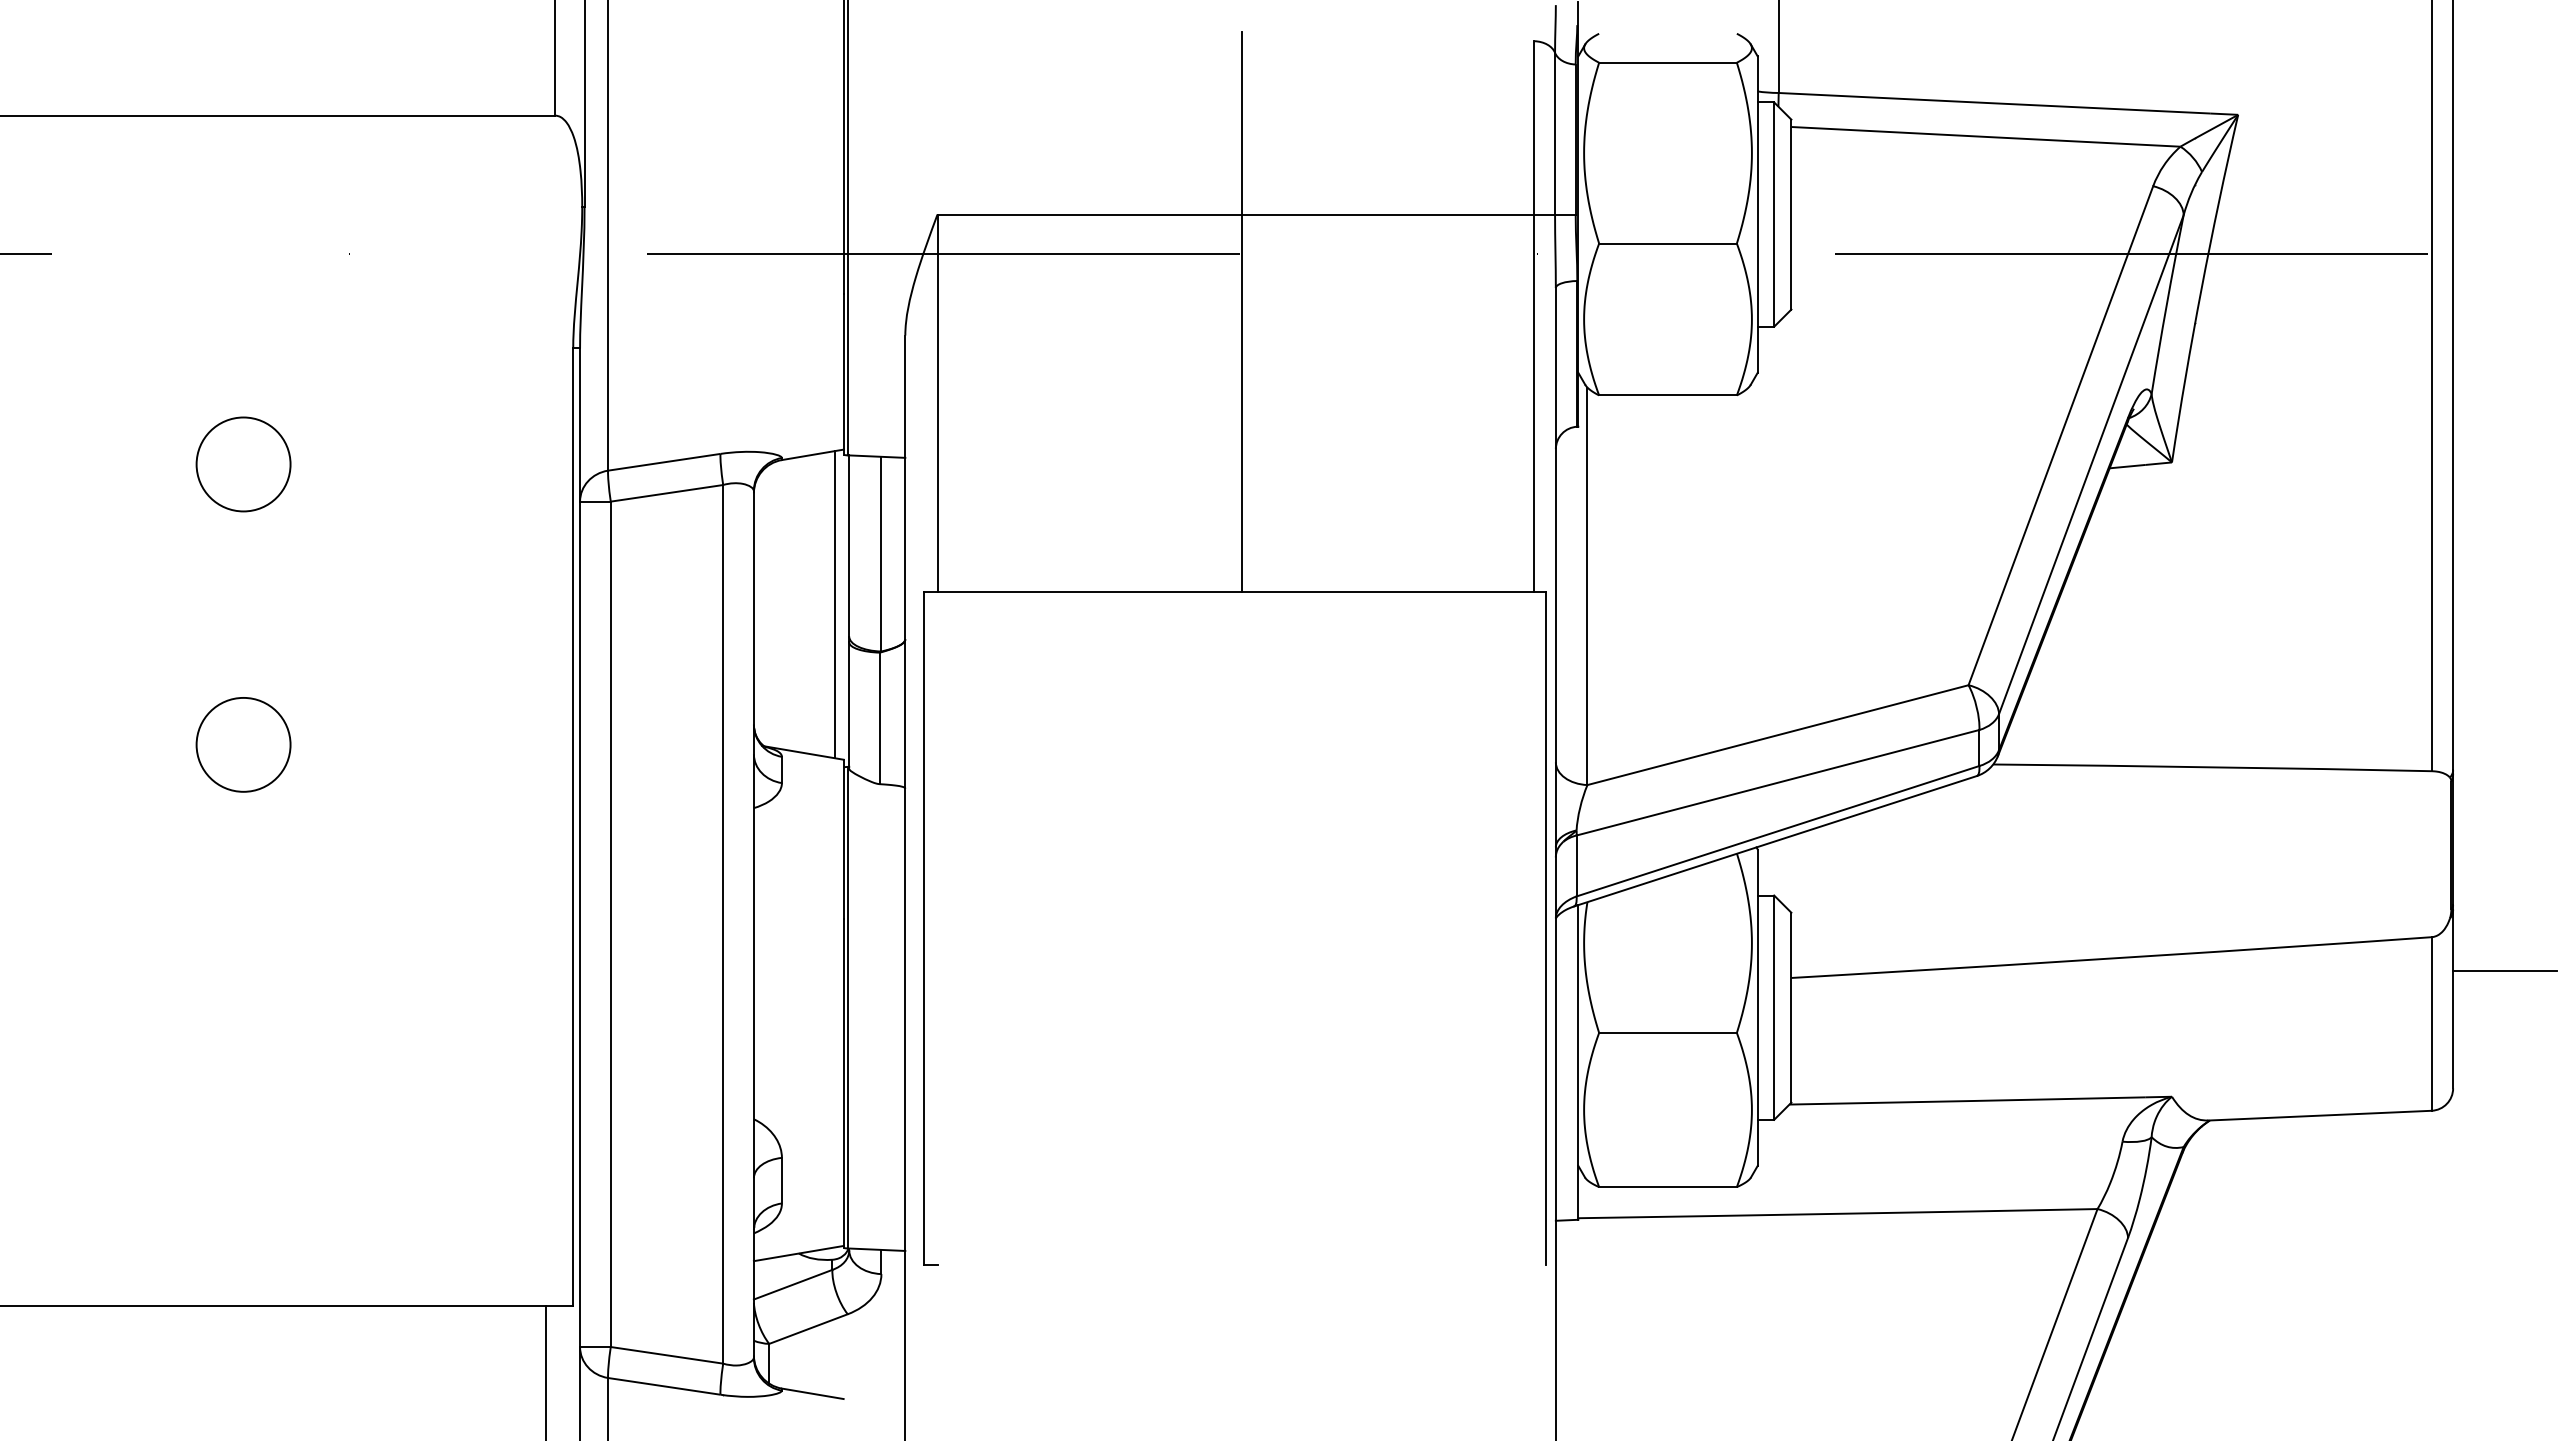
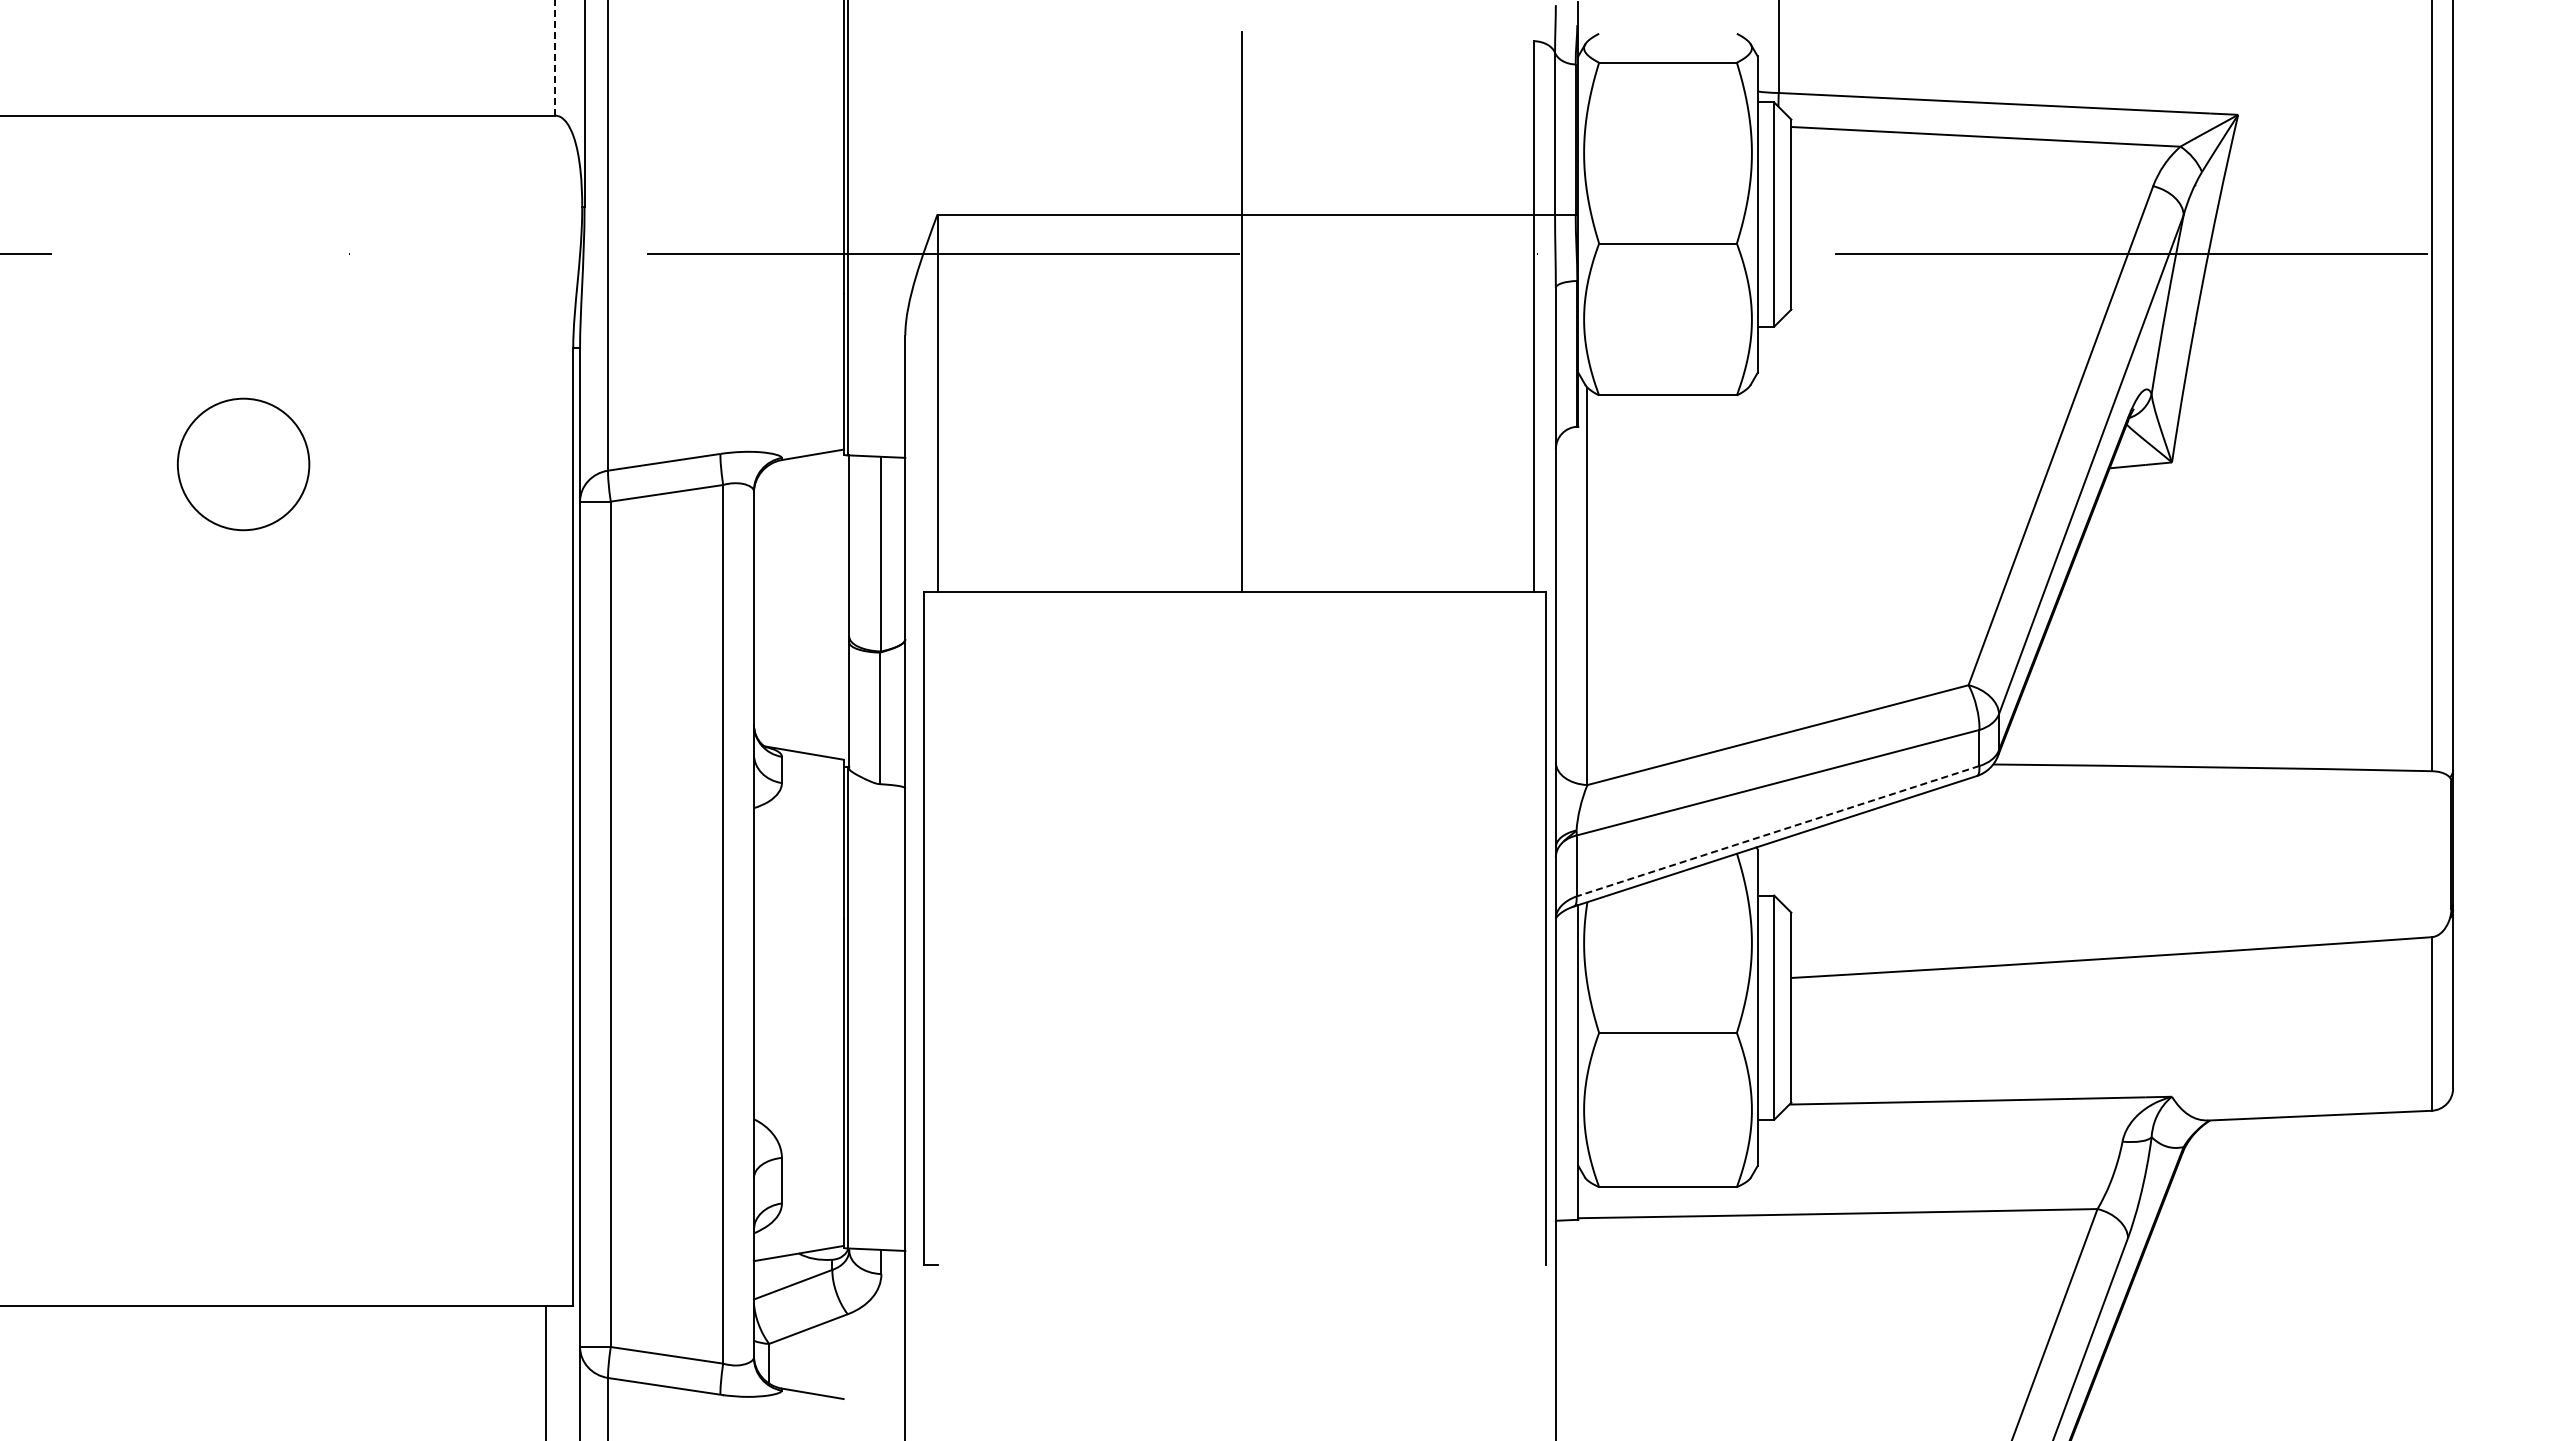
line at (555, 57): solid -> dashed
circle at (243, 464) diameter: 94 px -> 132 px
line at (834, 604): present -> none
circle at (243, 744): present -> none
line at (1778, 831): solid -> dashed
line at (2505, 970): present -> none
